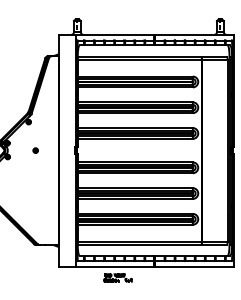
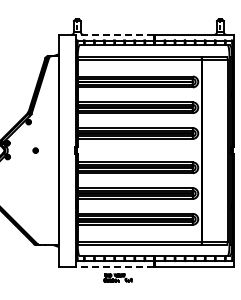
line at (114, 34): solid -> dashed
line at (114, 266): solid -> dashed
